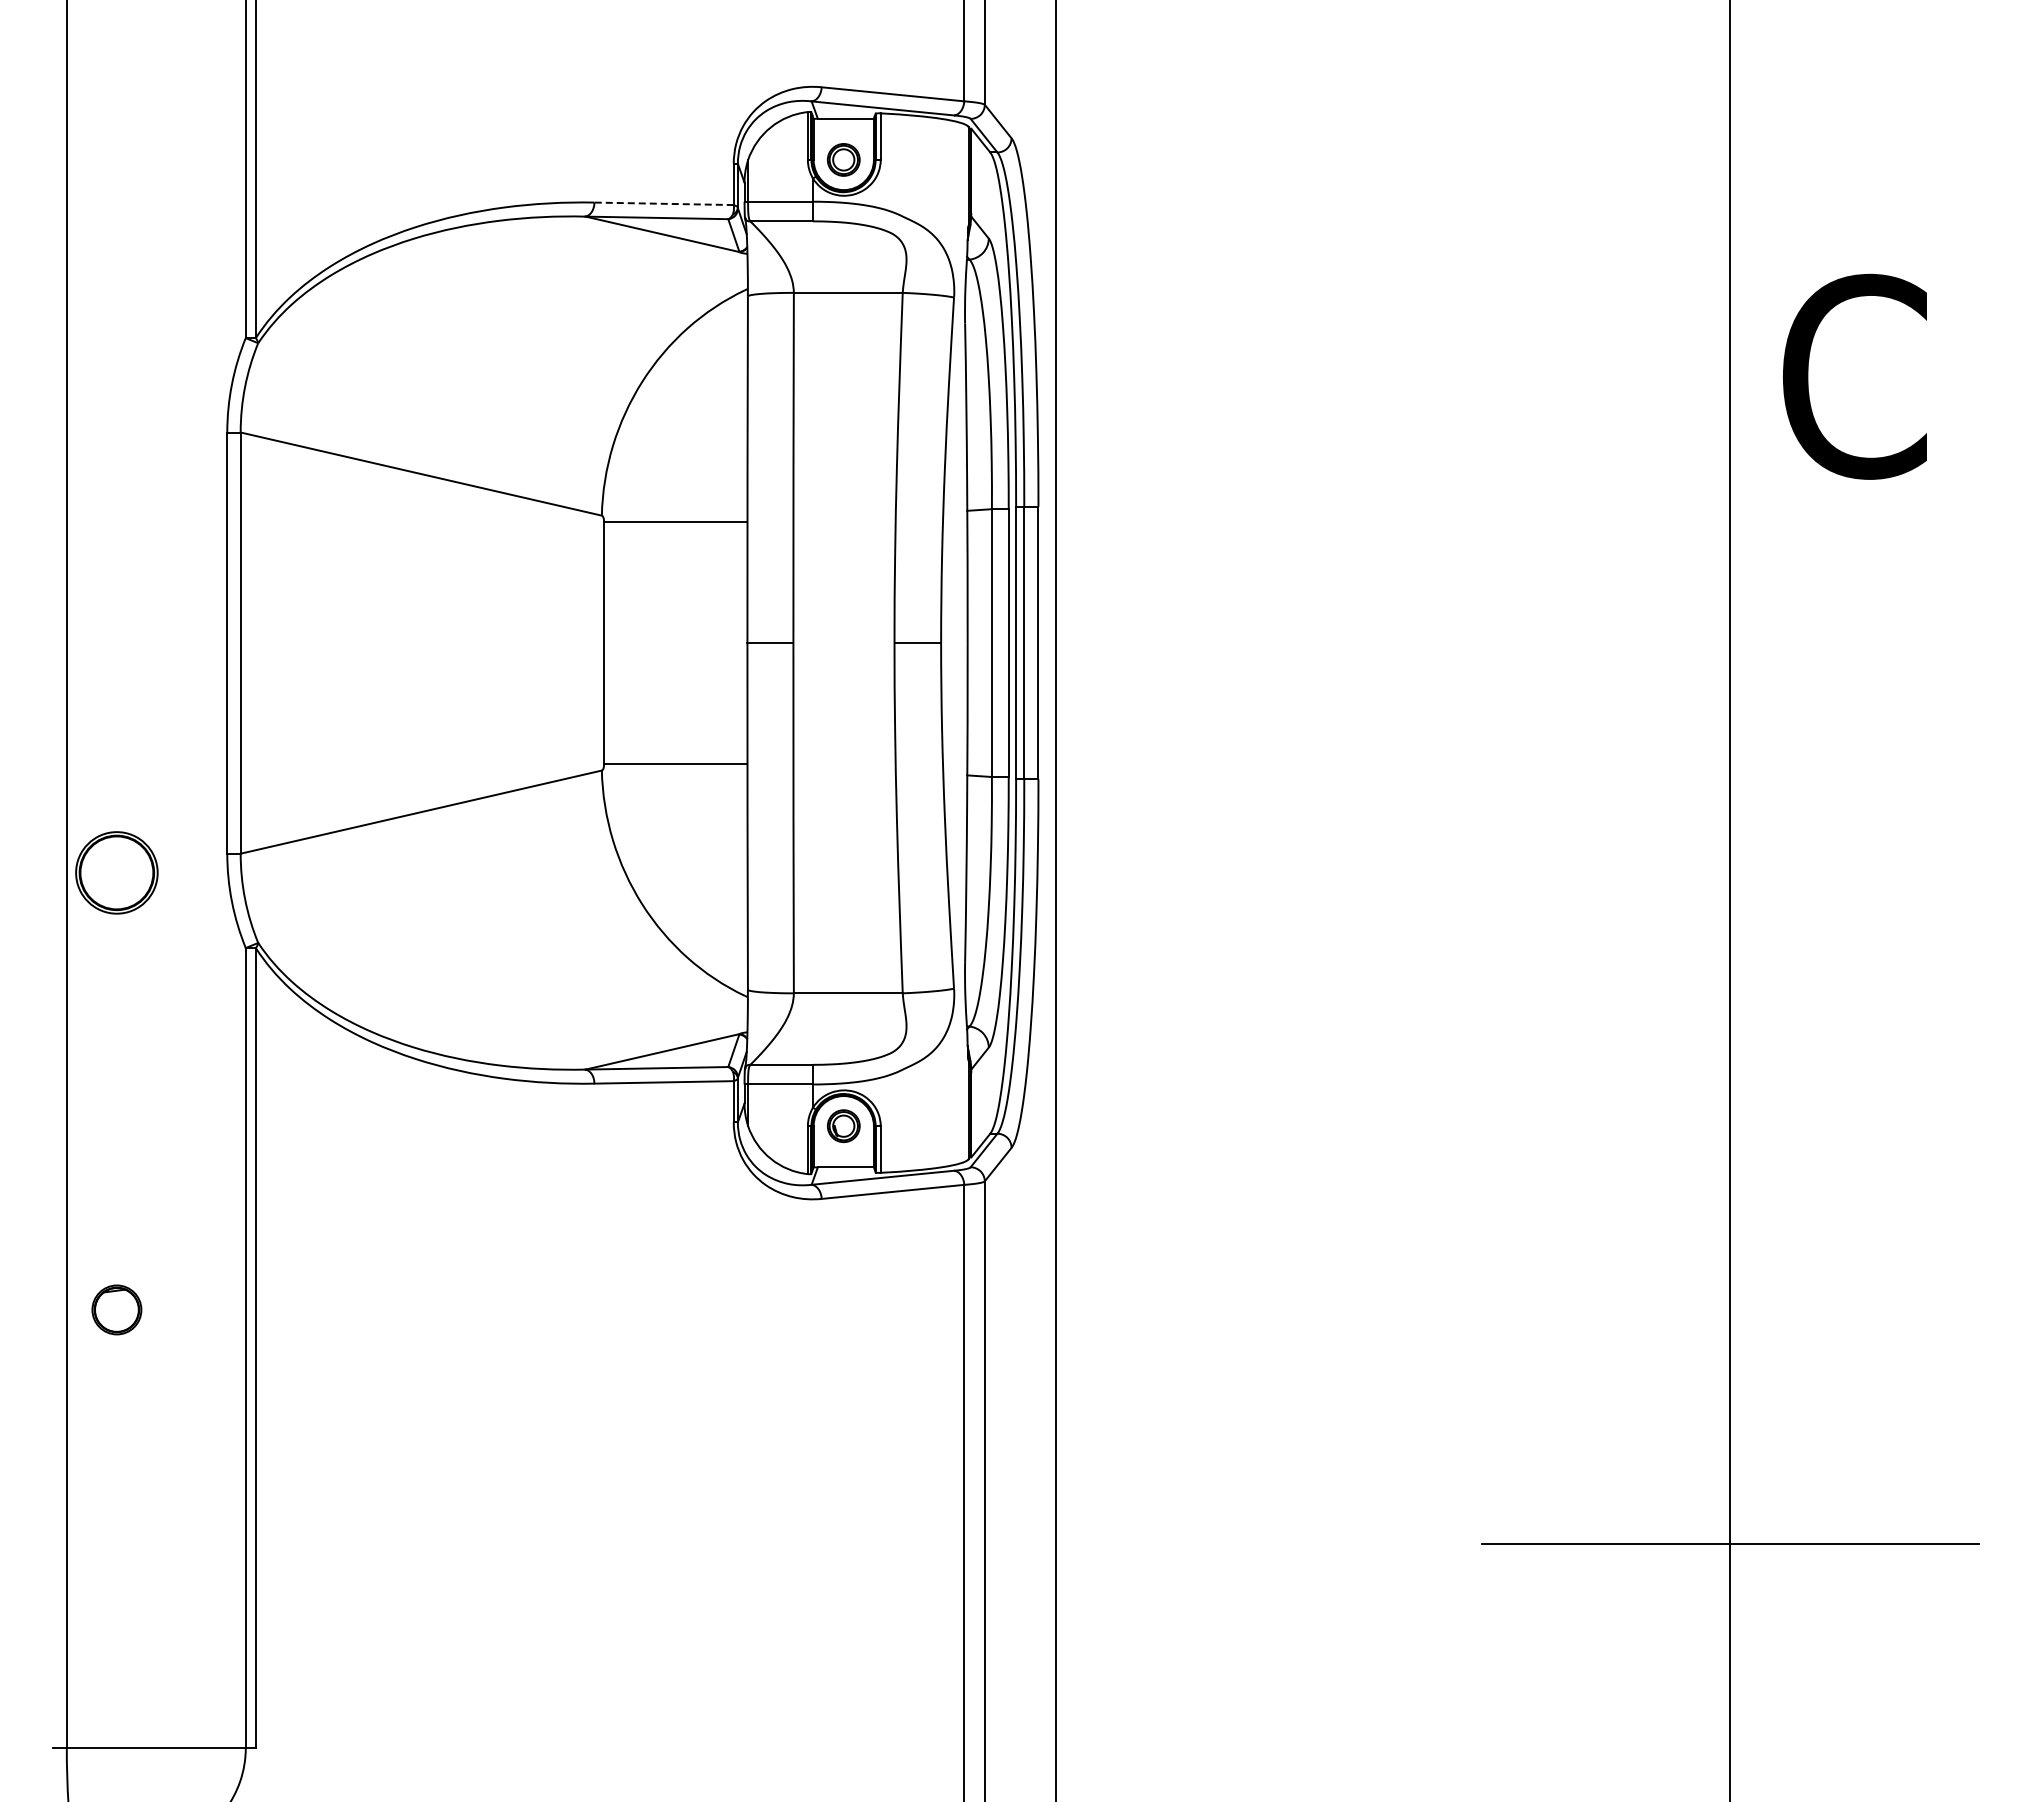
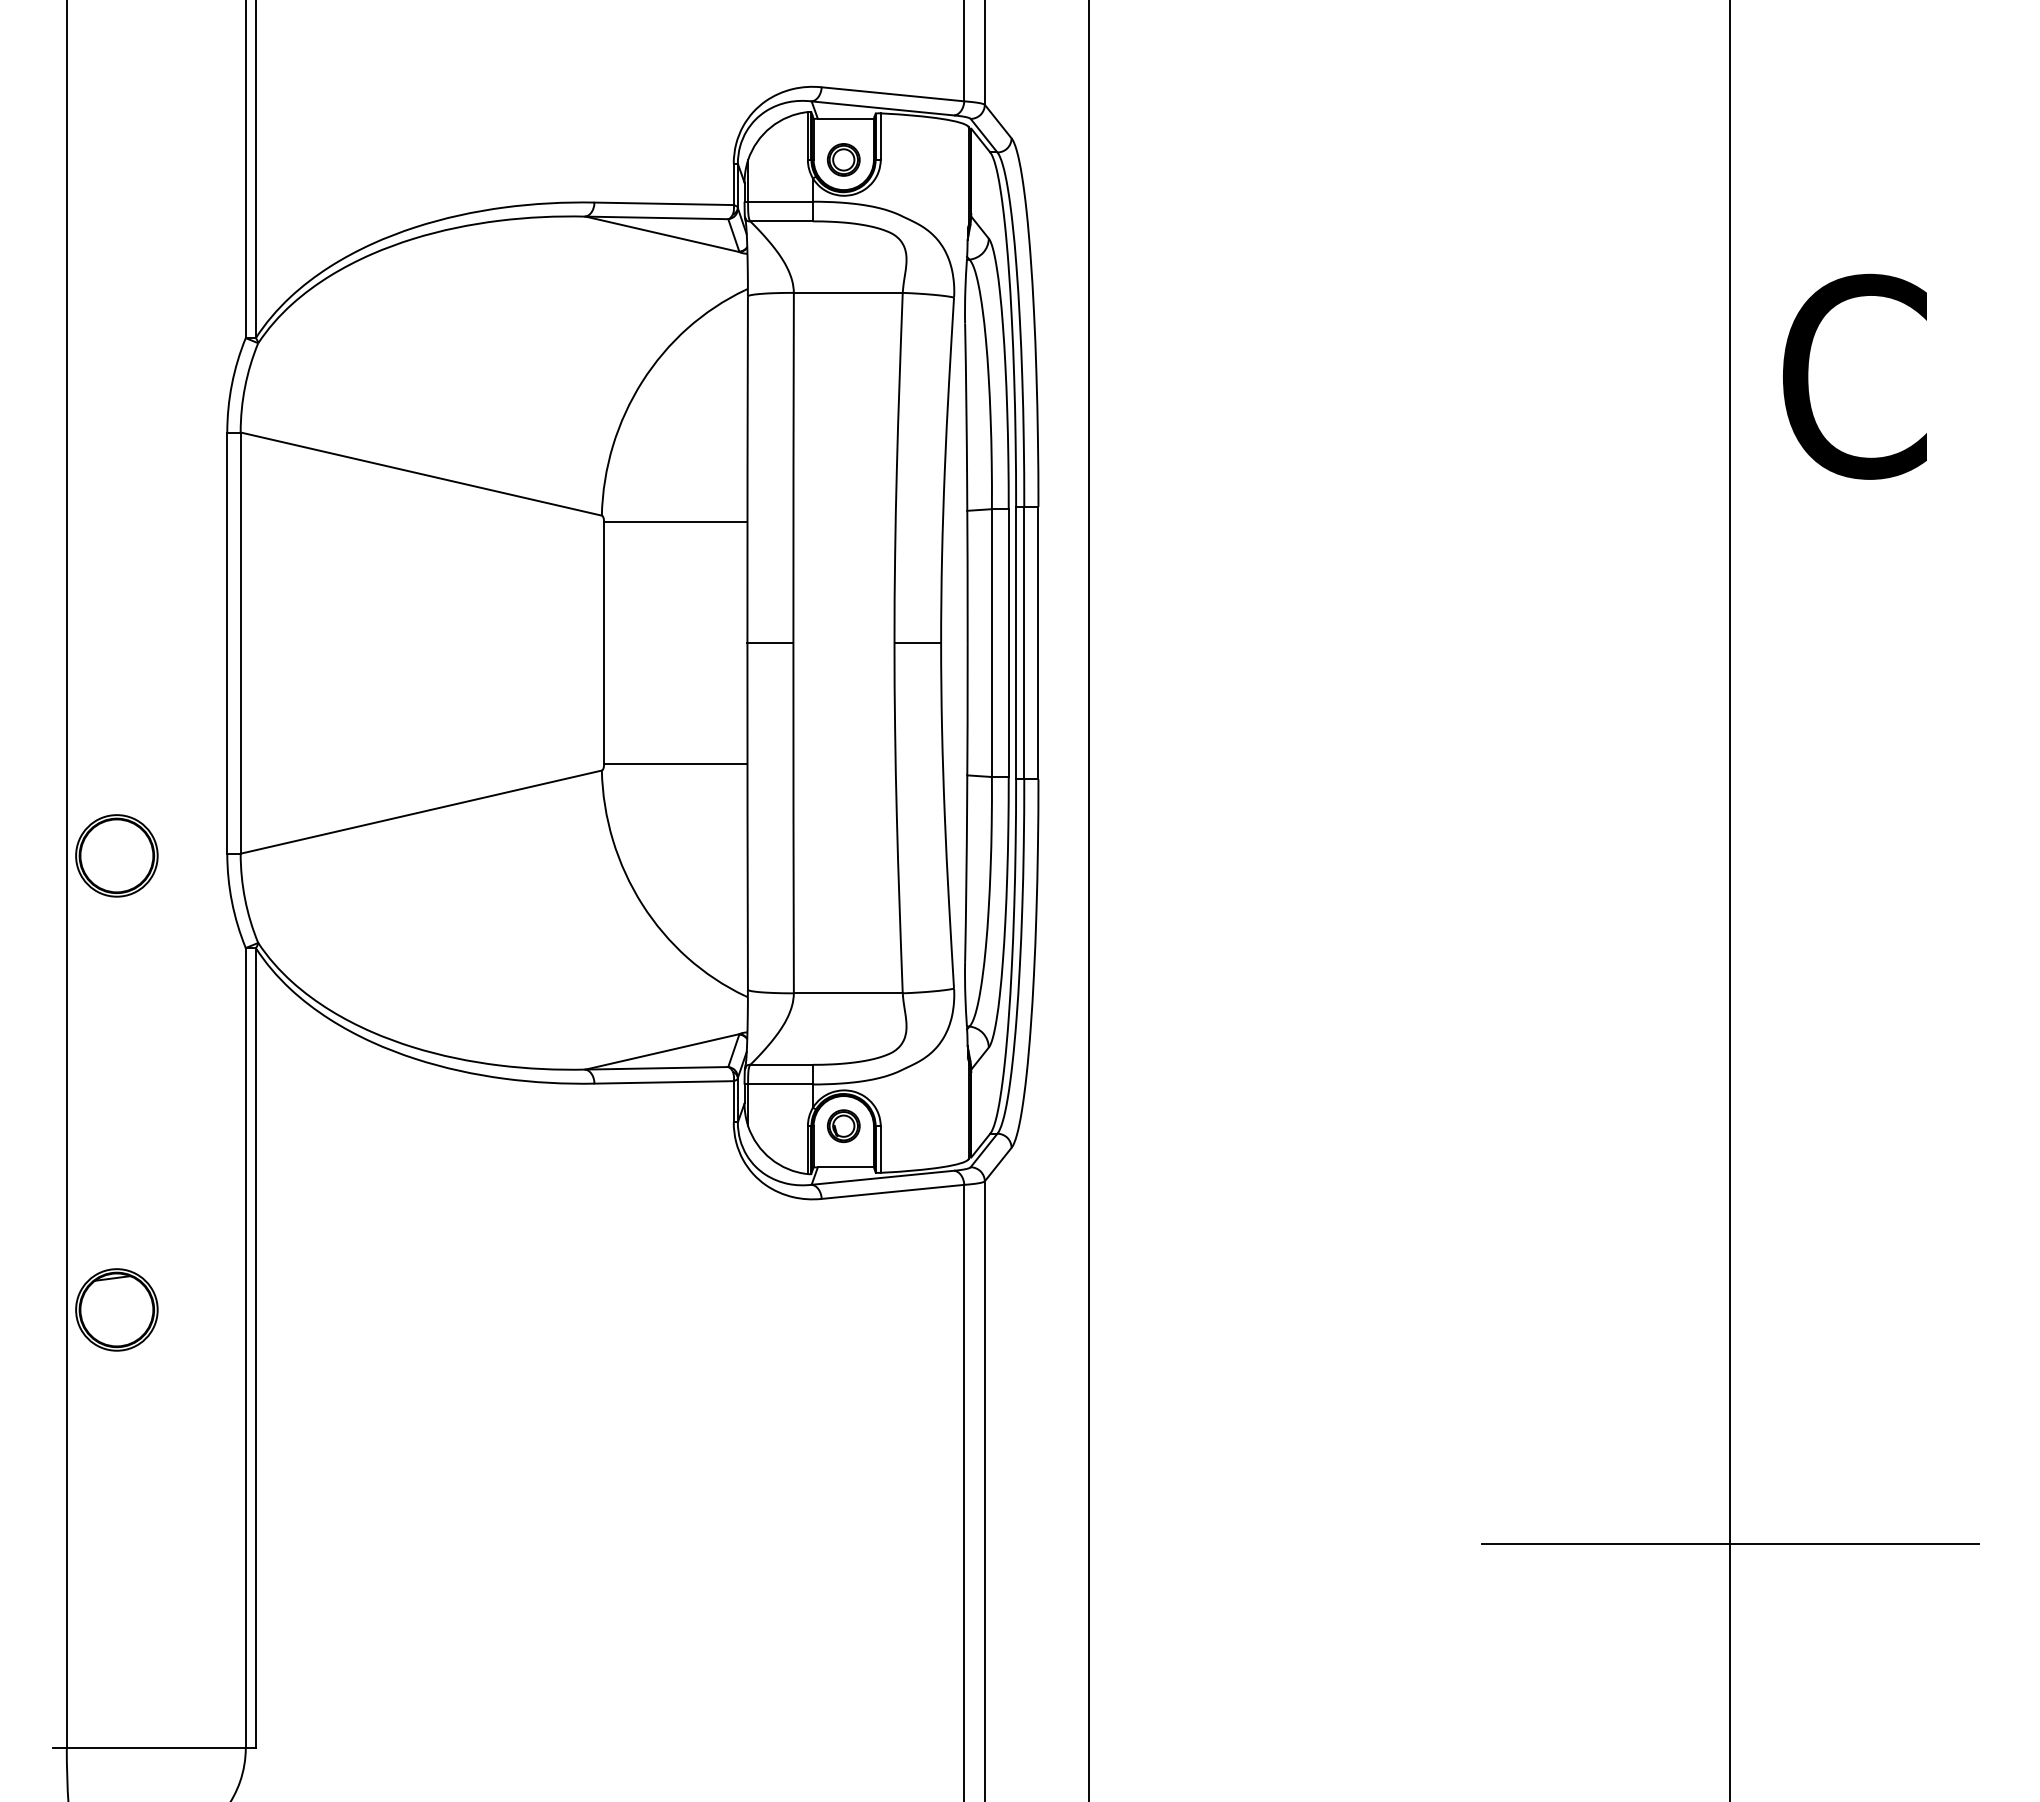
line at (664, 203): dashed -> solid
part at (116, 872) position: (116, 872) -> (116, 855)
line at (1055, 900) position: (1055, 900) -> (1088, 900)
part at (116, 1309) size: 52x52 px -> 84x84 px
